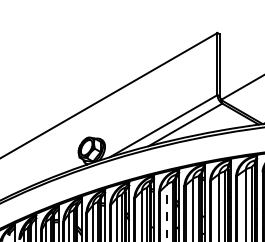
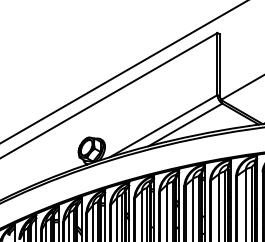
line at (123, 72): none -> present
line at (167, 212): dashed -> solid
